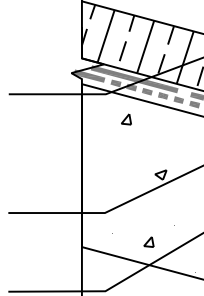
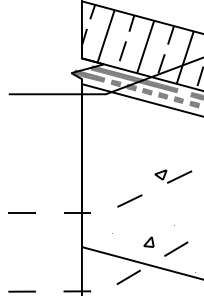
part at (126, 119): present -> none
line at (110, 210): solid -> dashed
line at (112, 287): solid -> dashed
